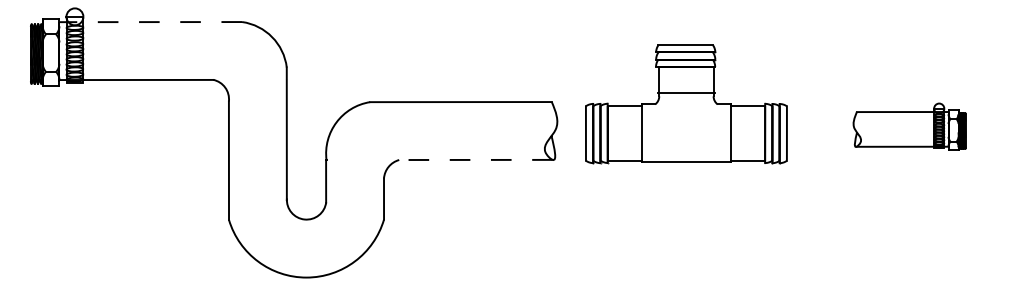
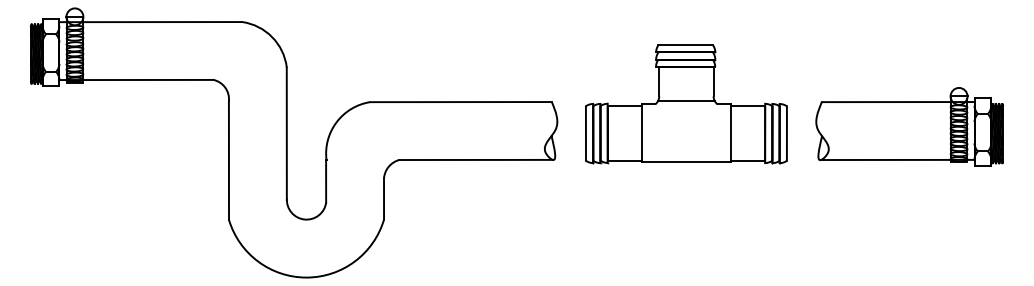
line at (150, 22): dashed -> solid
line at (686, 93) position: (686, 93) -> (686, 101)
part at (909, 126) size: 115x49 px -> 189x80 px
line at (476, 159): dashed -> solid
